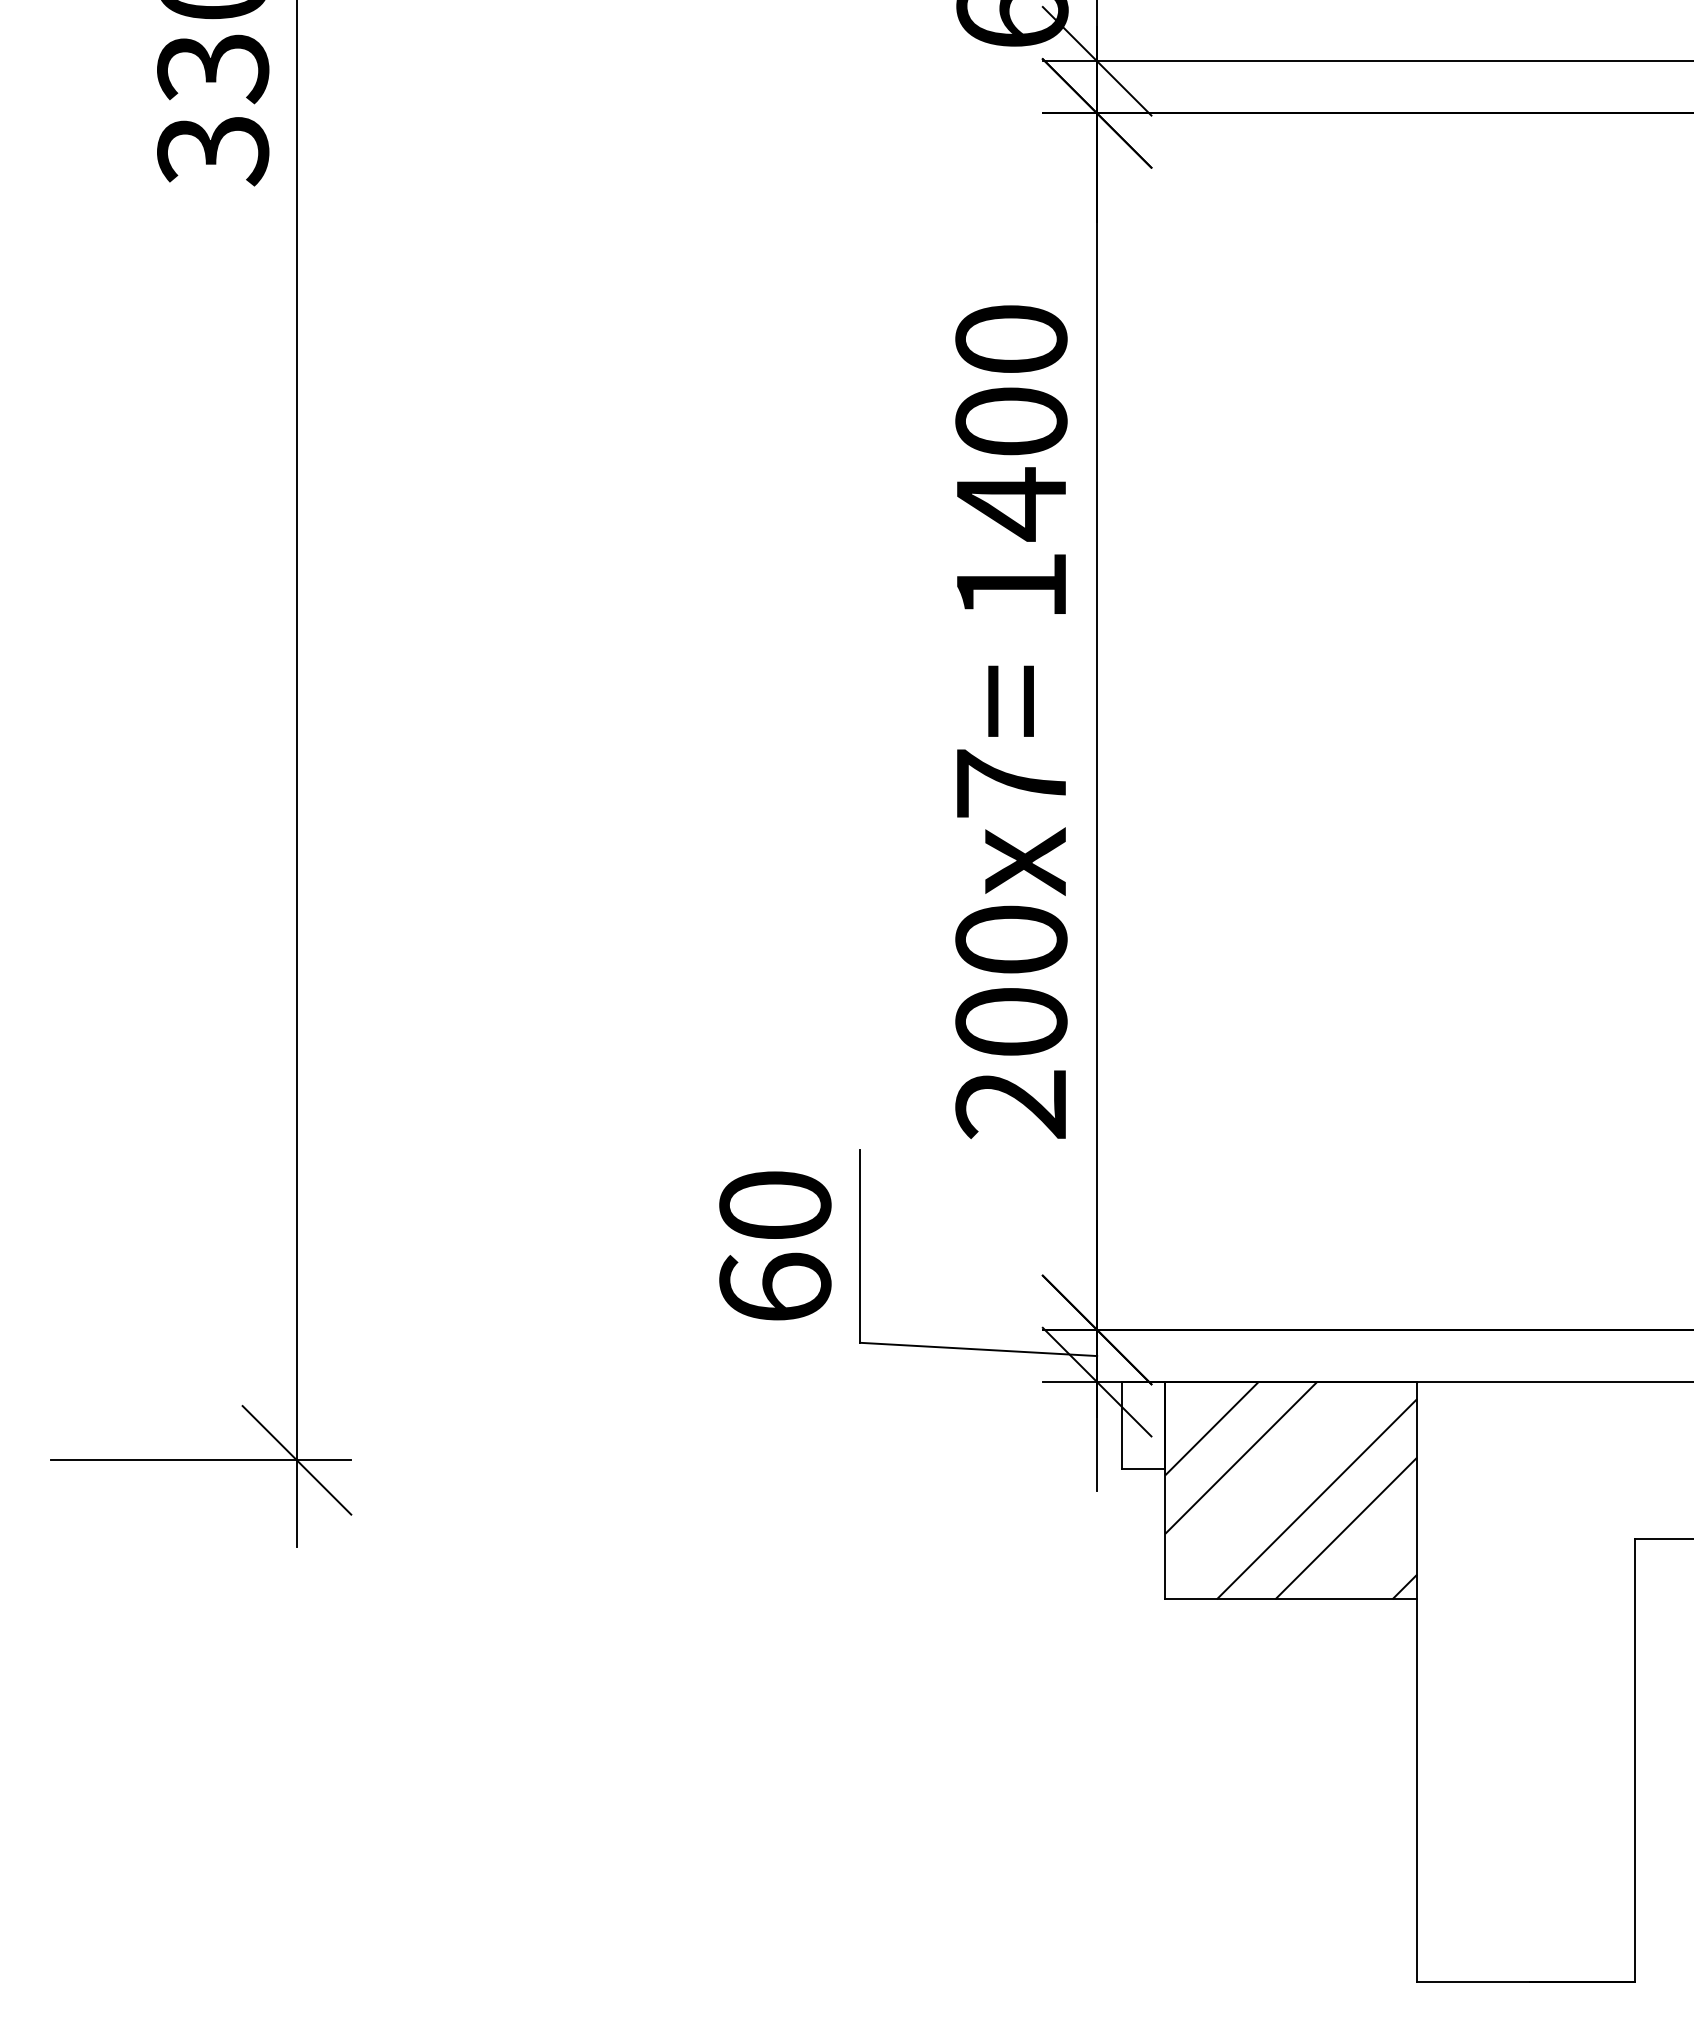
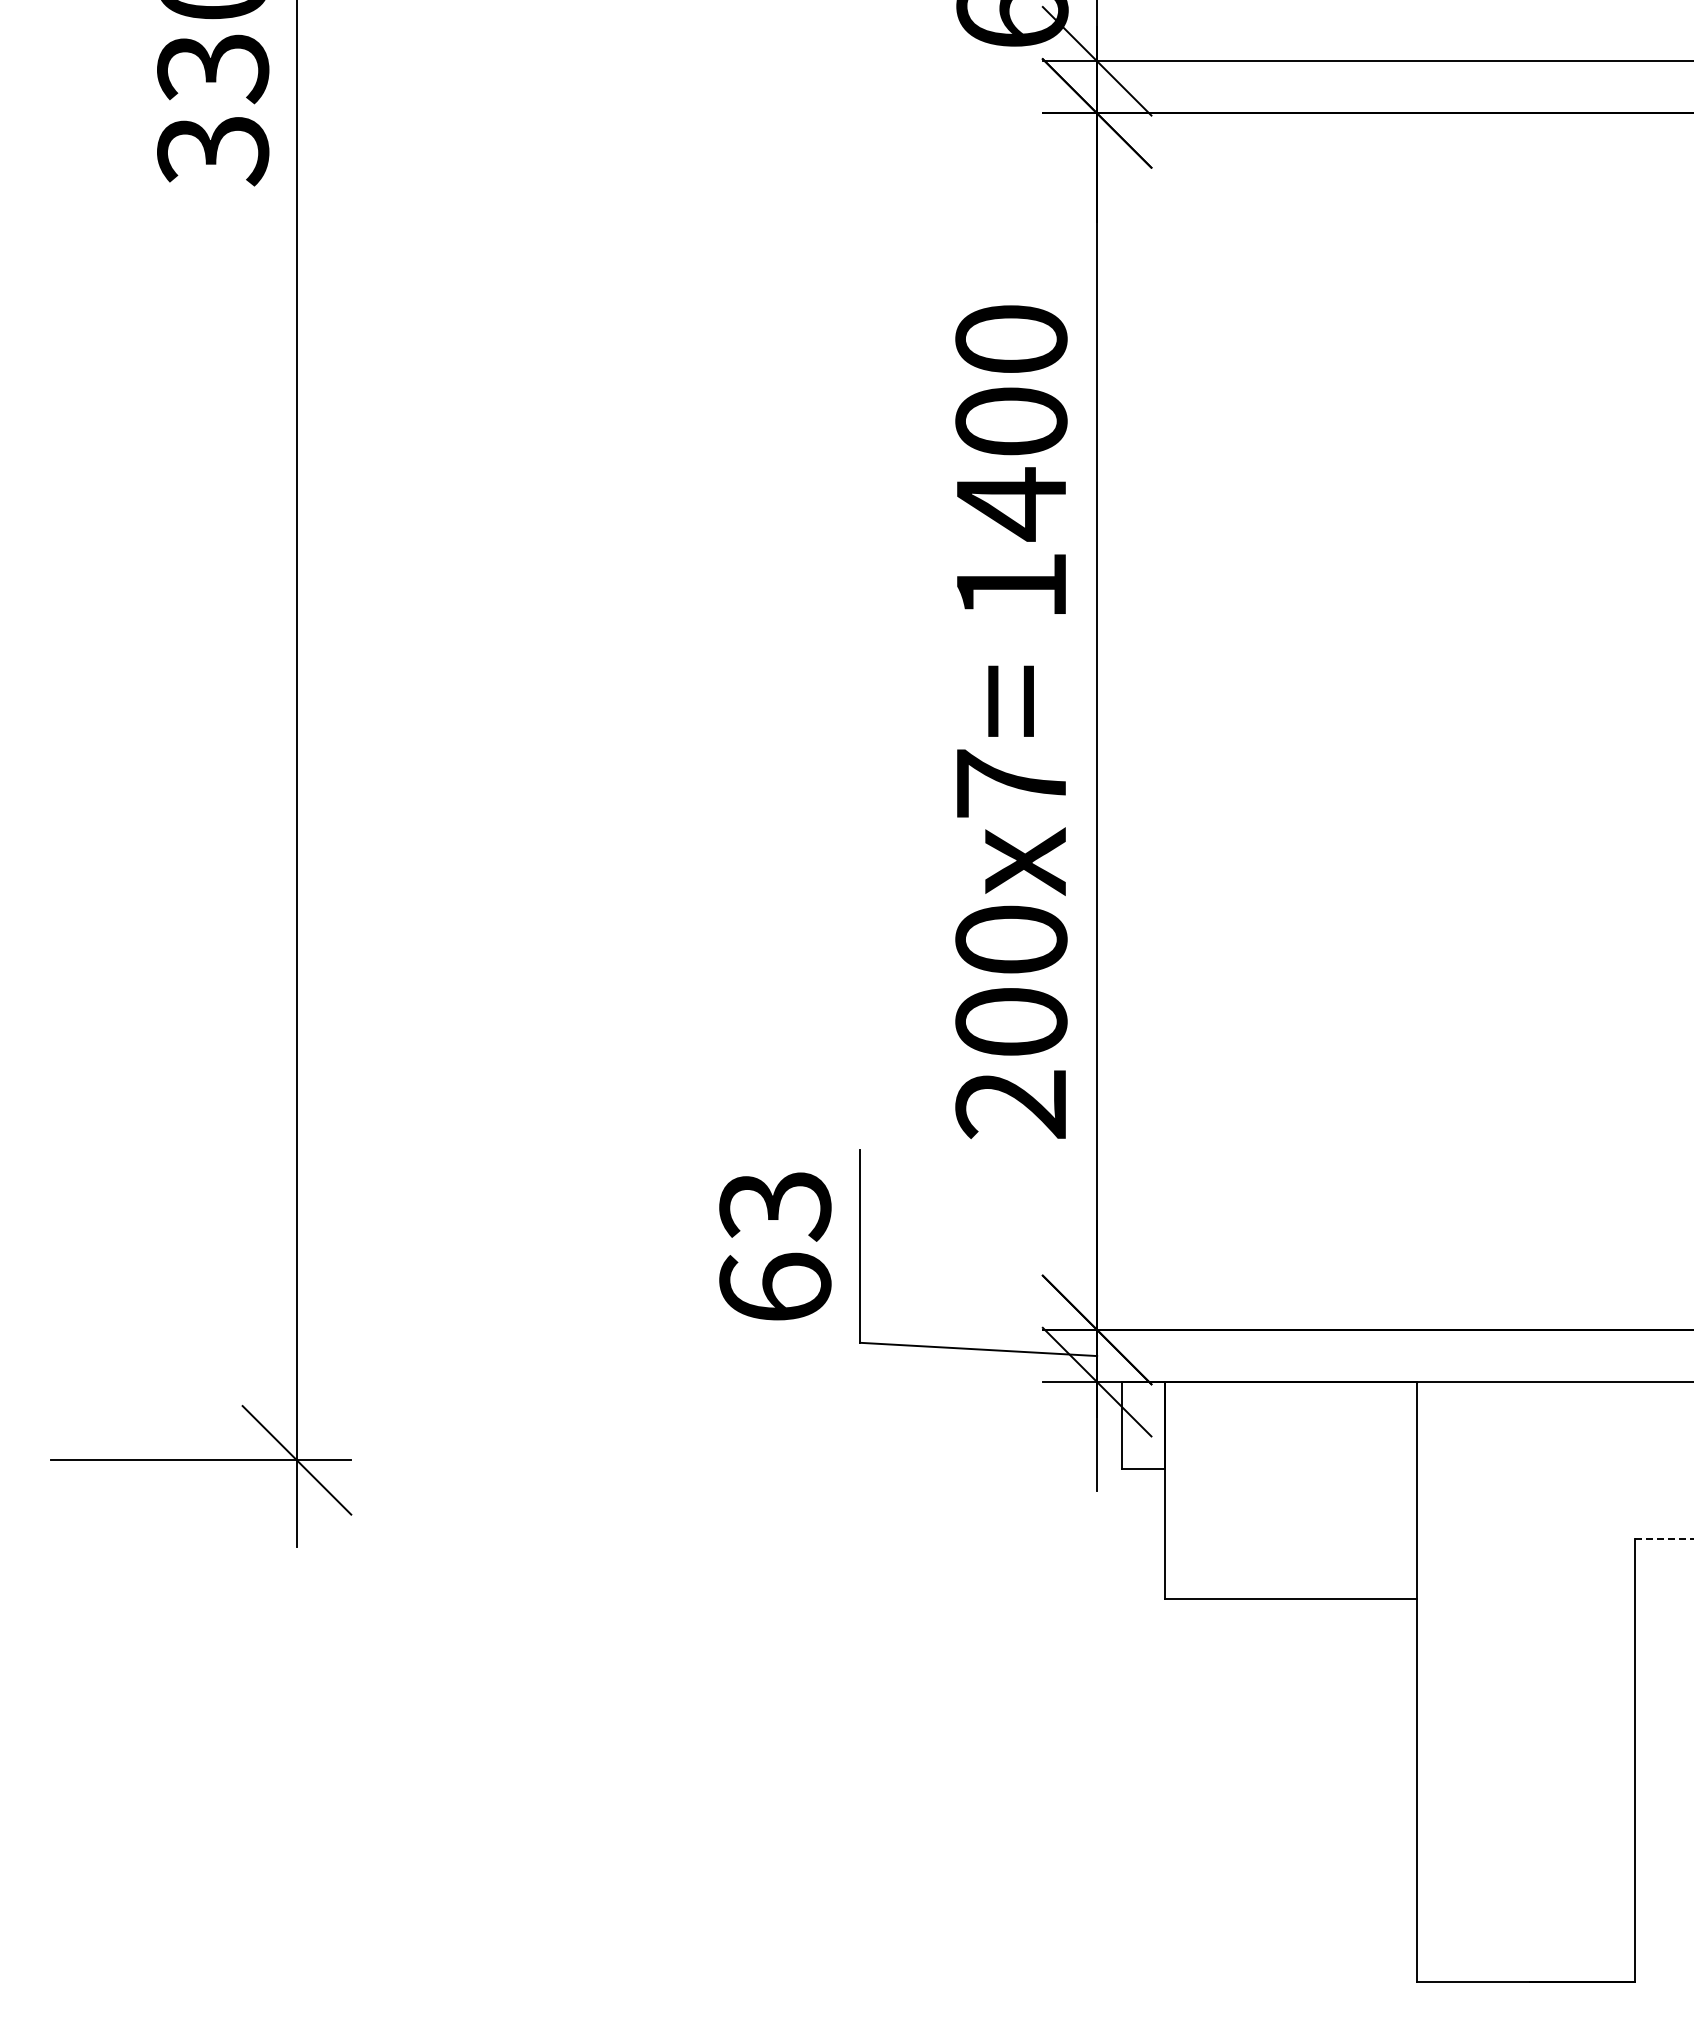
text at (775, 1206): 60 -> 63
hatch at (1291, 1490): present -> none
line at (1664, 1538): solid -> dashed
